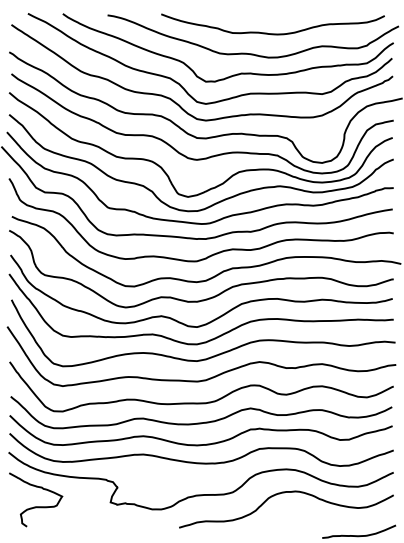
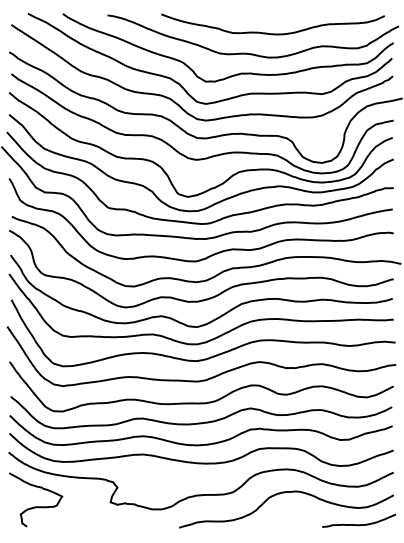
curve at (359, 535) position: (359, 535) -> (359, 524)
